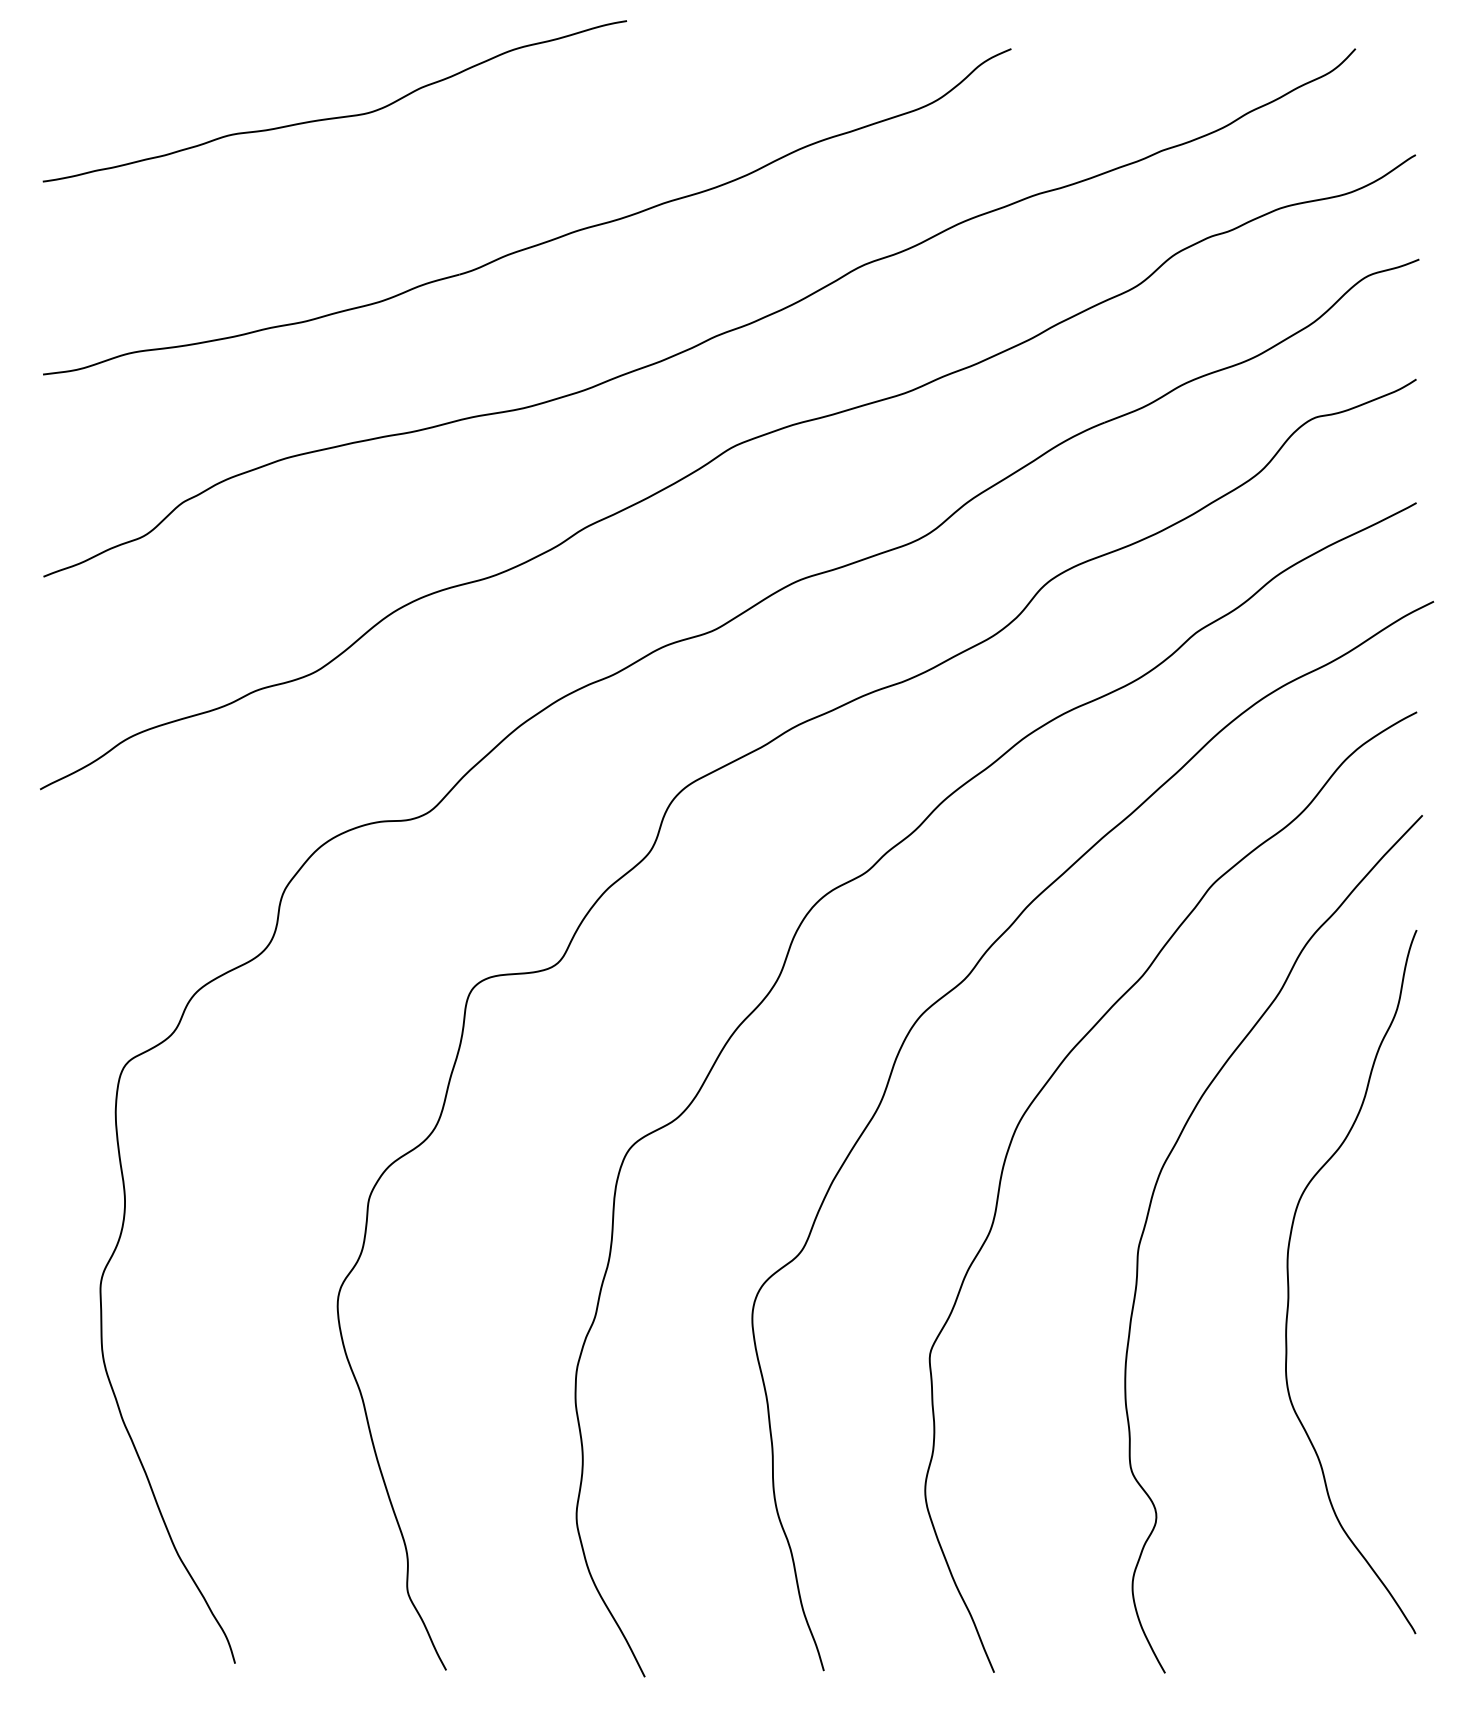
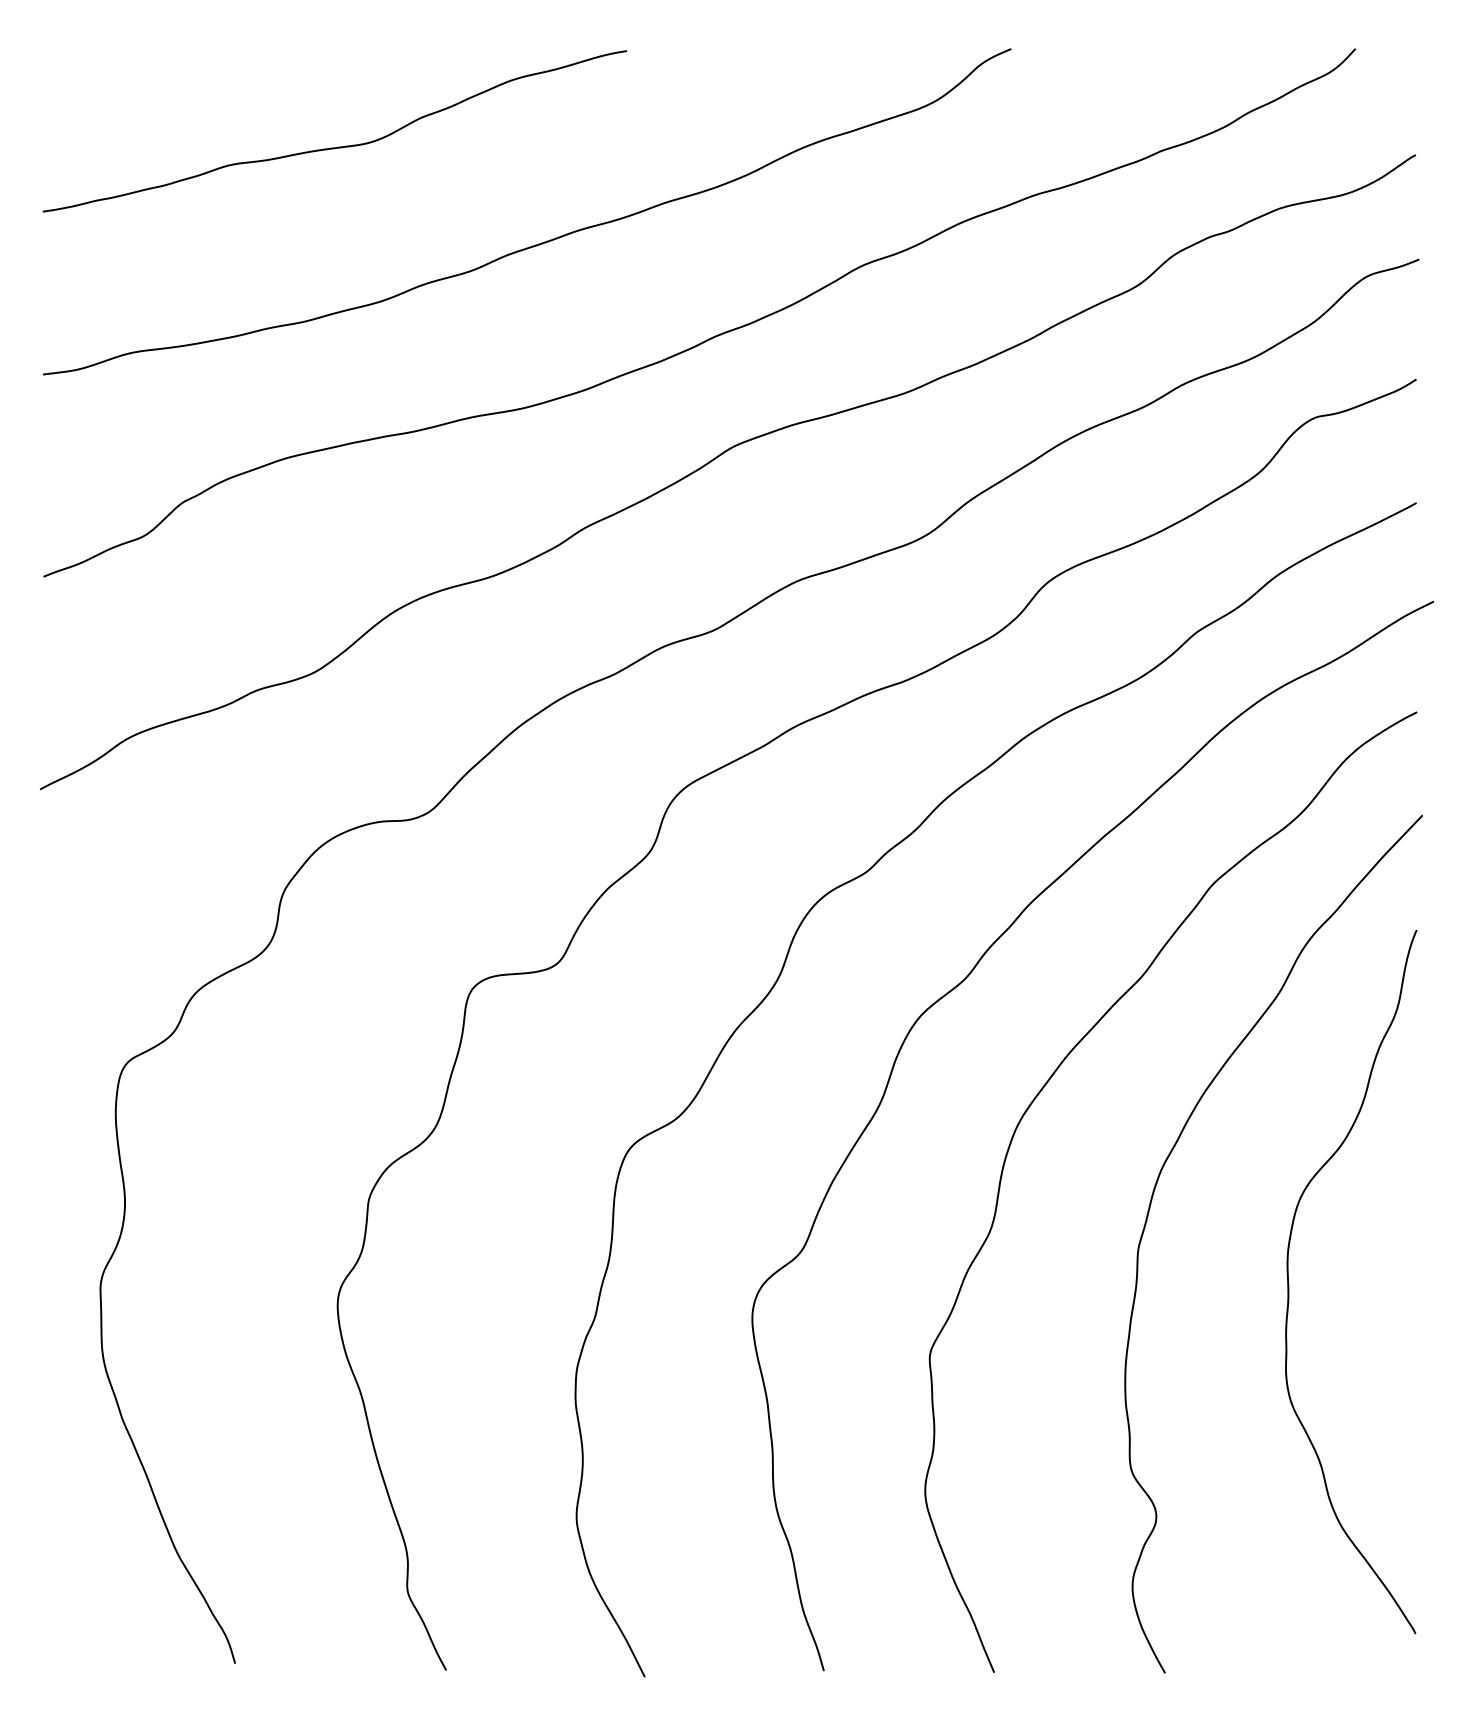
curve at (338, 116) position: (338, 116) -> (338, 146)
